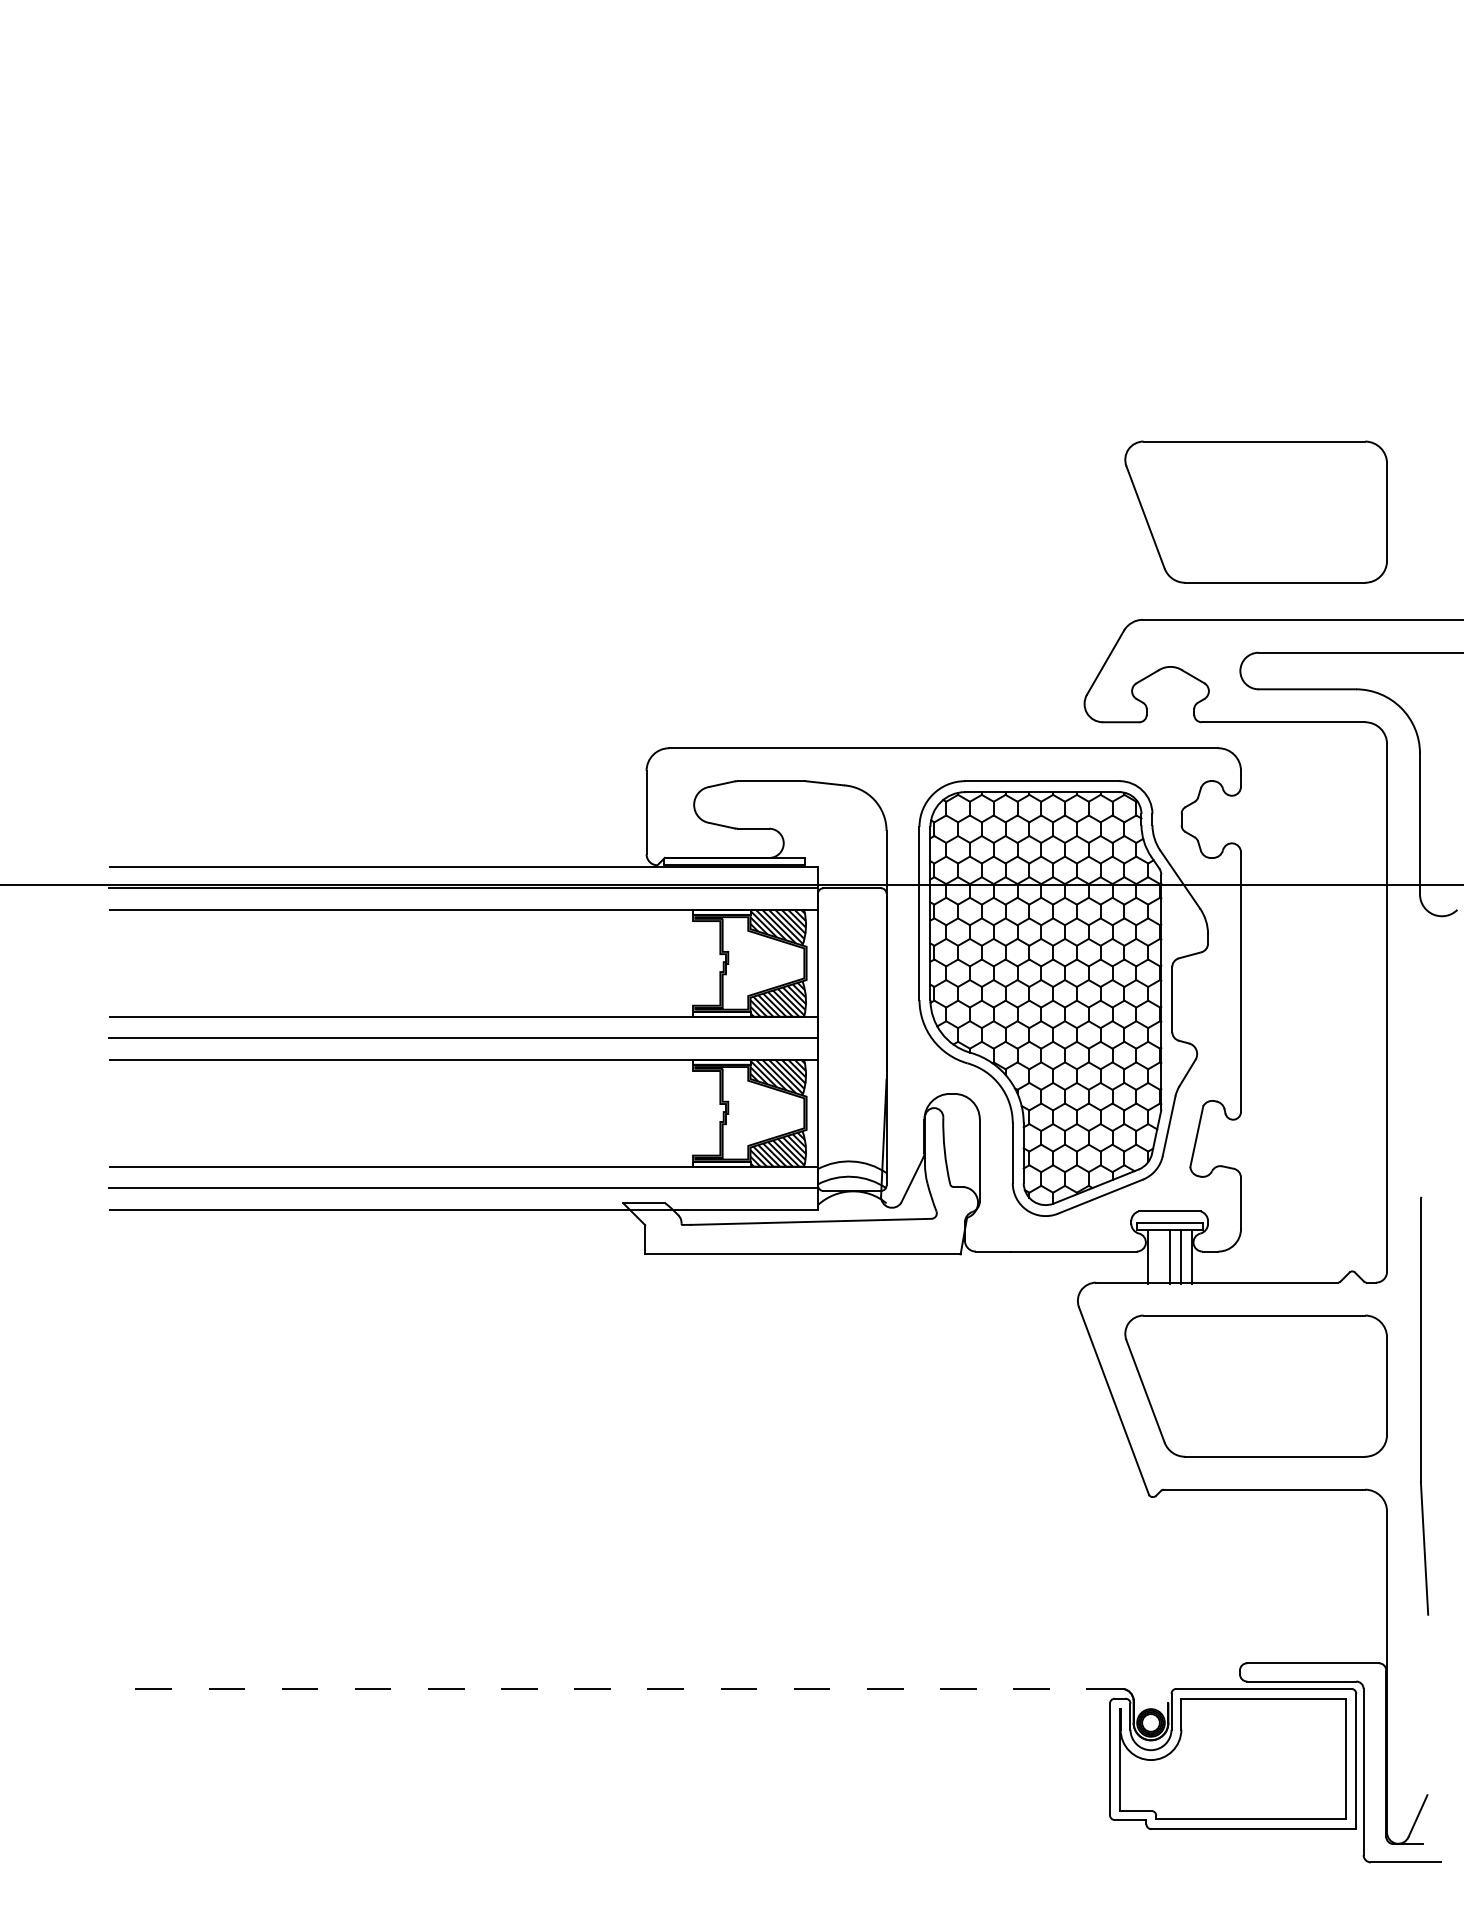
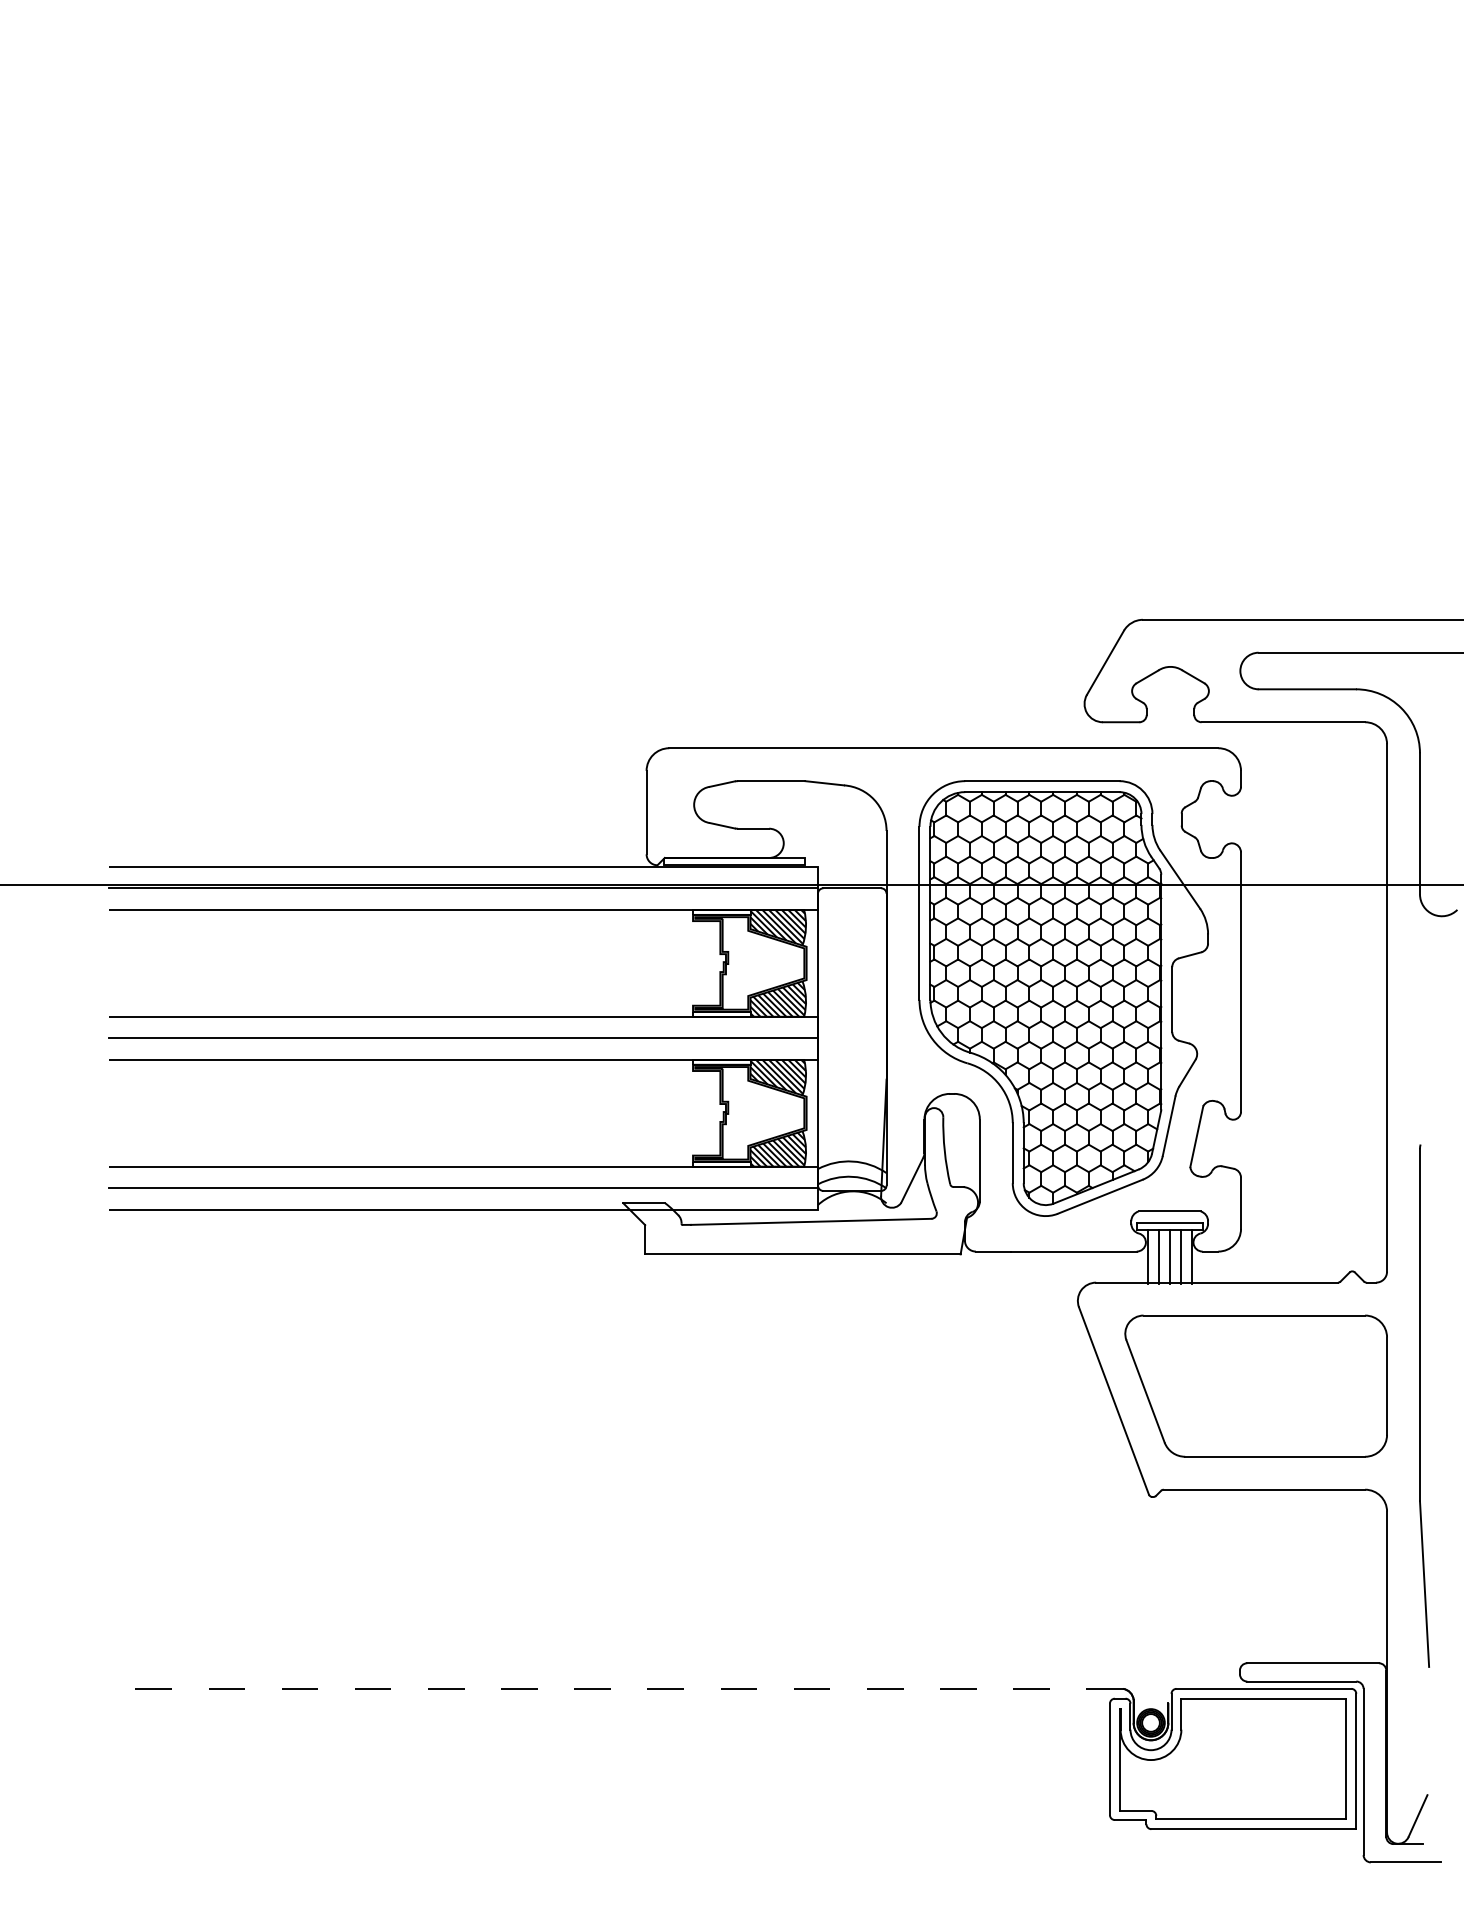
part at (1255, 511): present -> none
line at (1158, 1256): none -> present
part at (1424, 1405) size: 10x420 px -> 11x524 px
